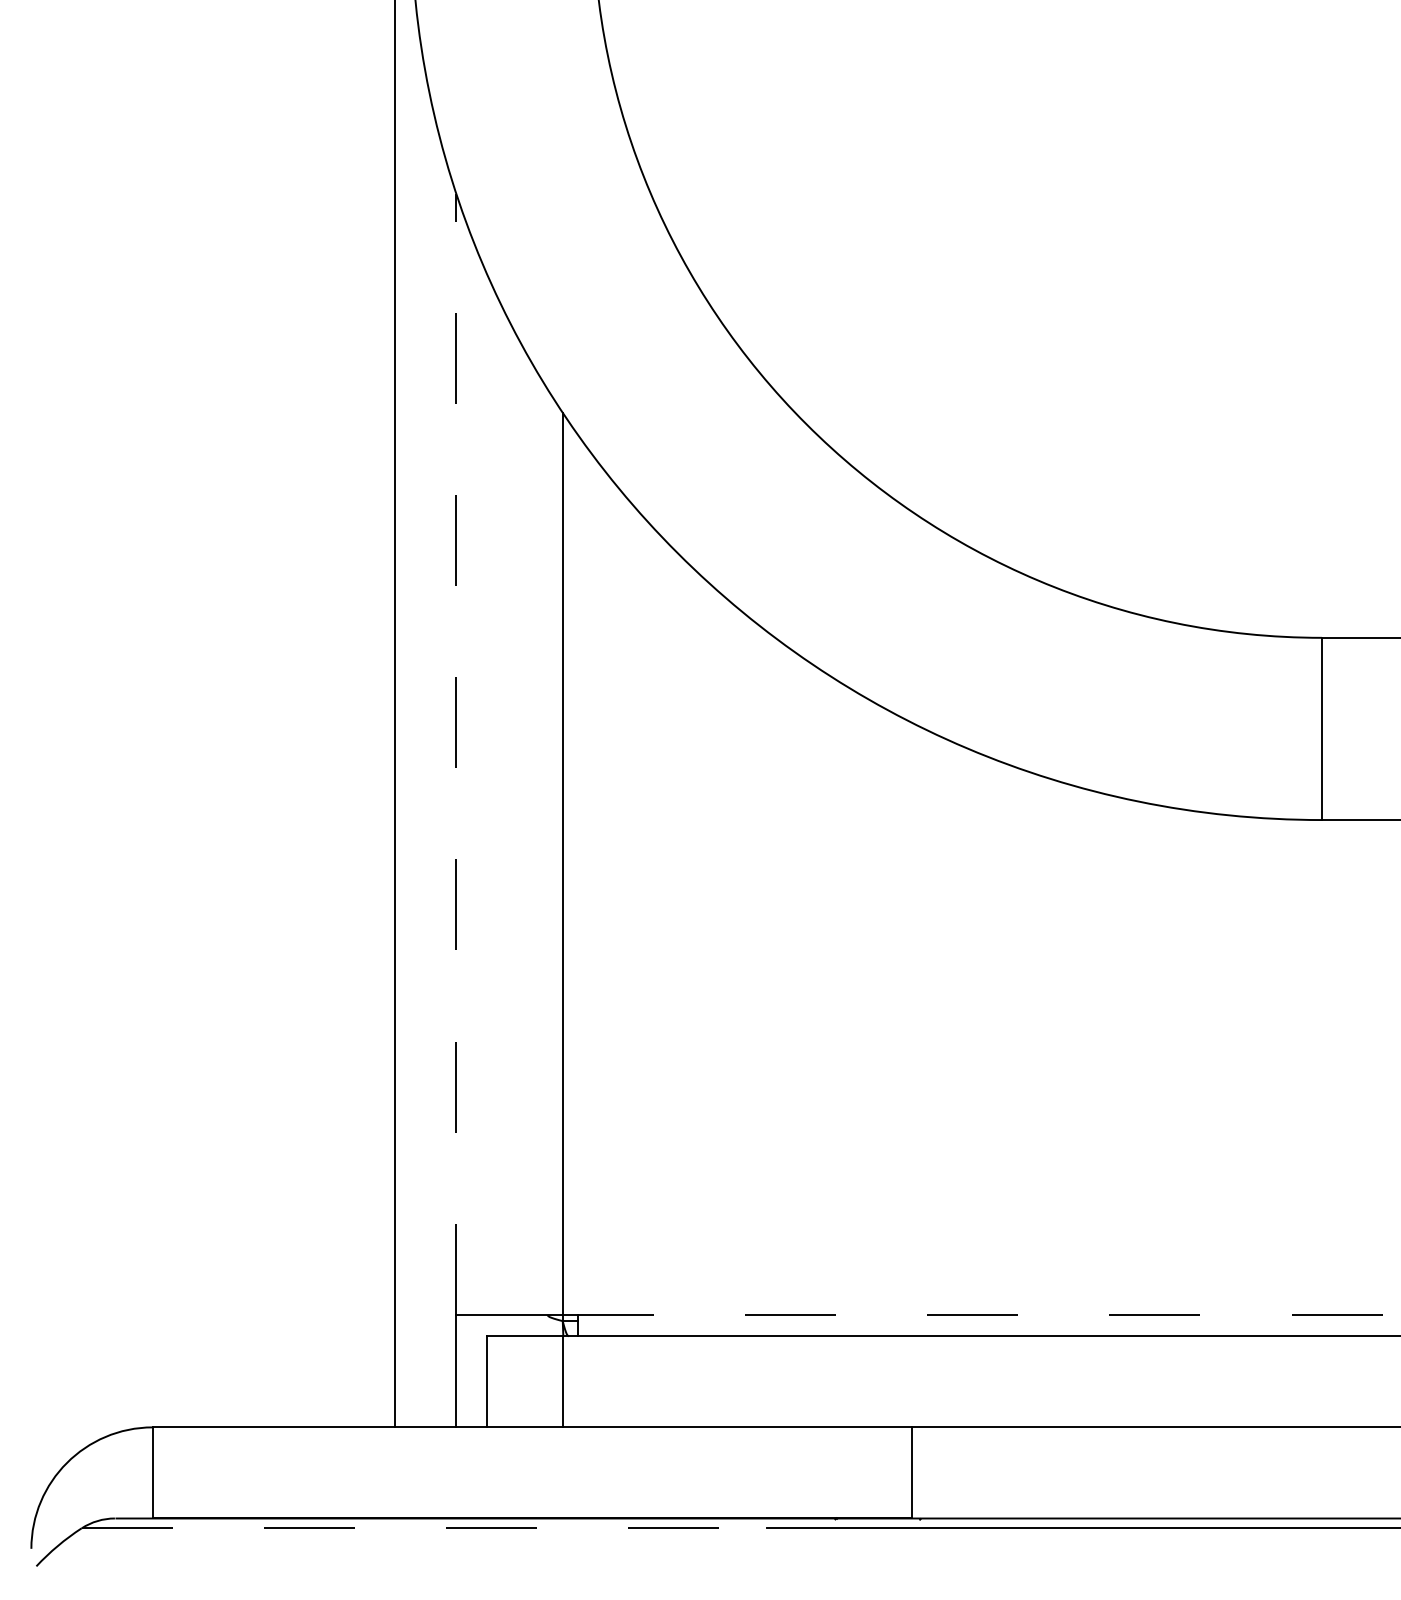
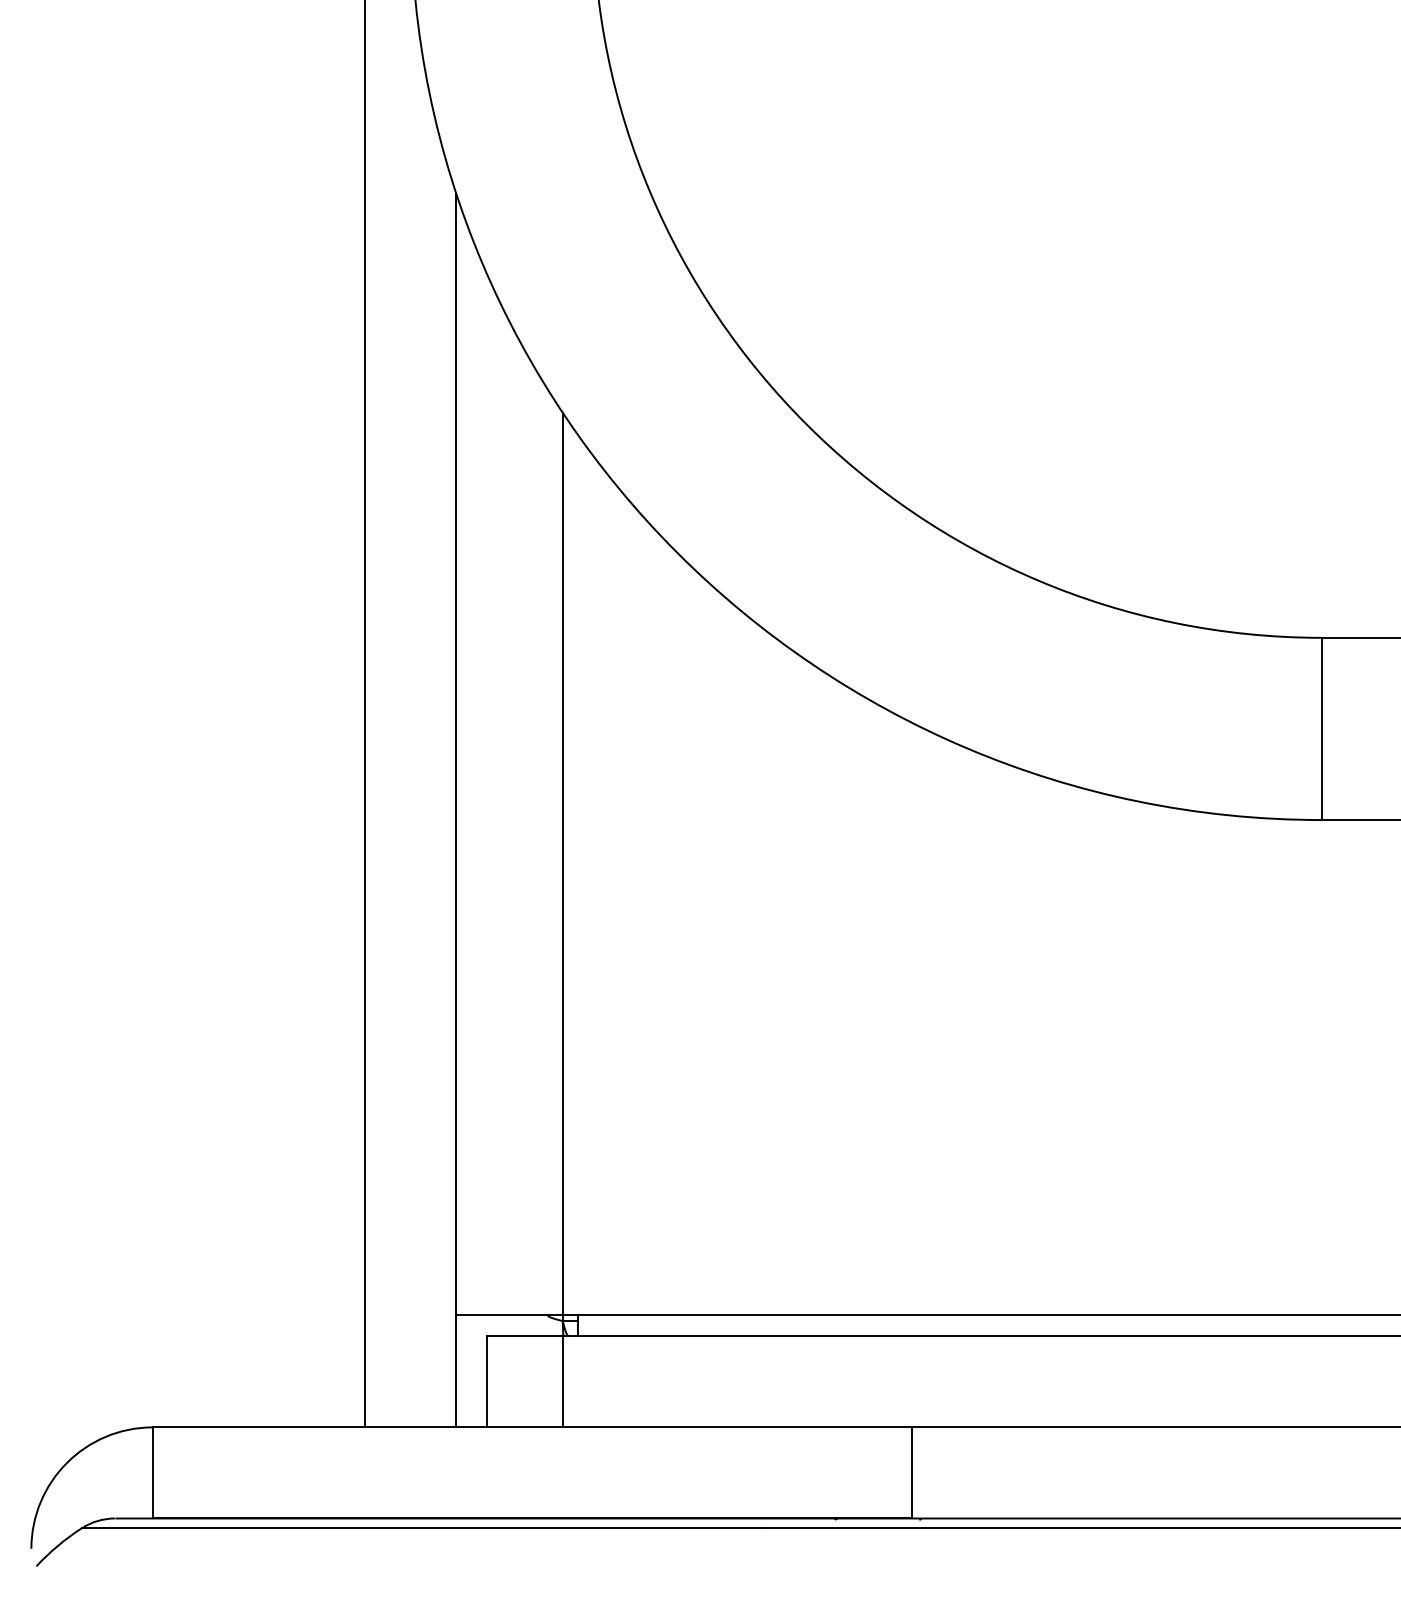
line at (395, 714) position: (395, 714) -> (365, 714)
line at (456, 754): dashed -> solid
line at (981, 1314): dashed -> solid
line at (424, 1528): dashed -> solid
